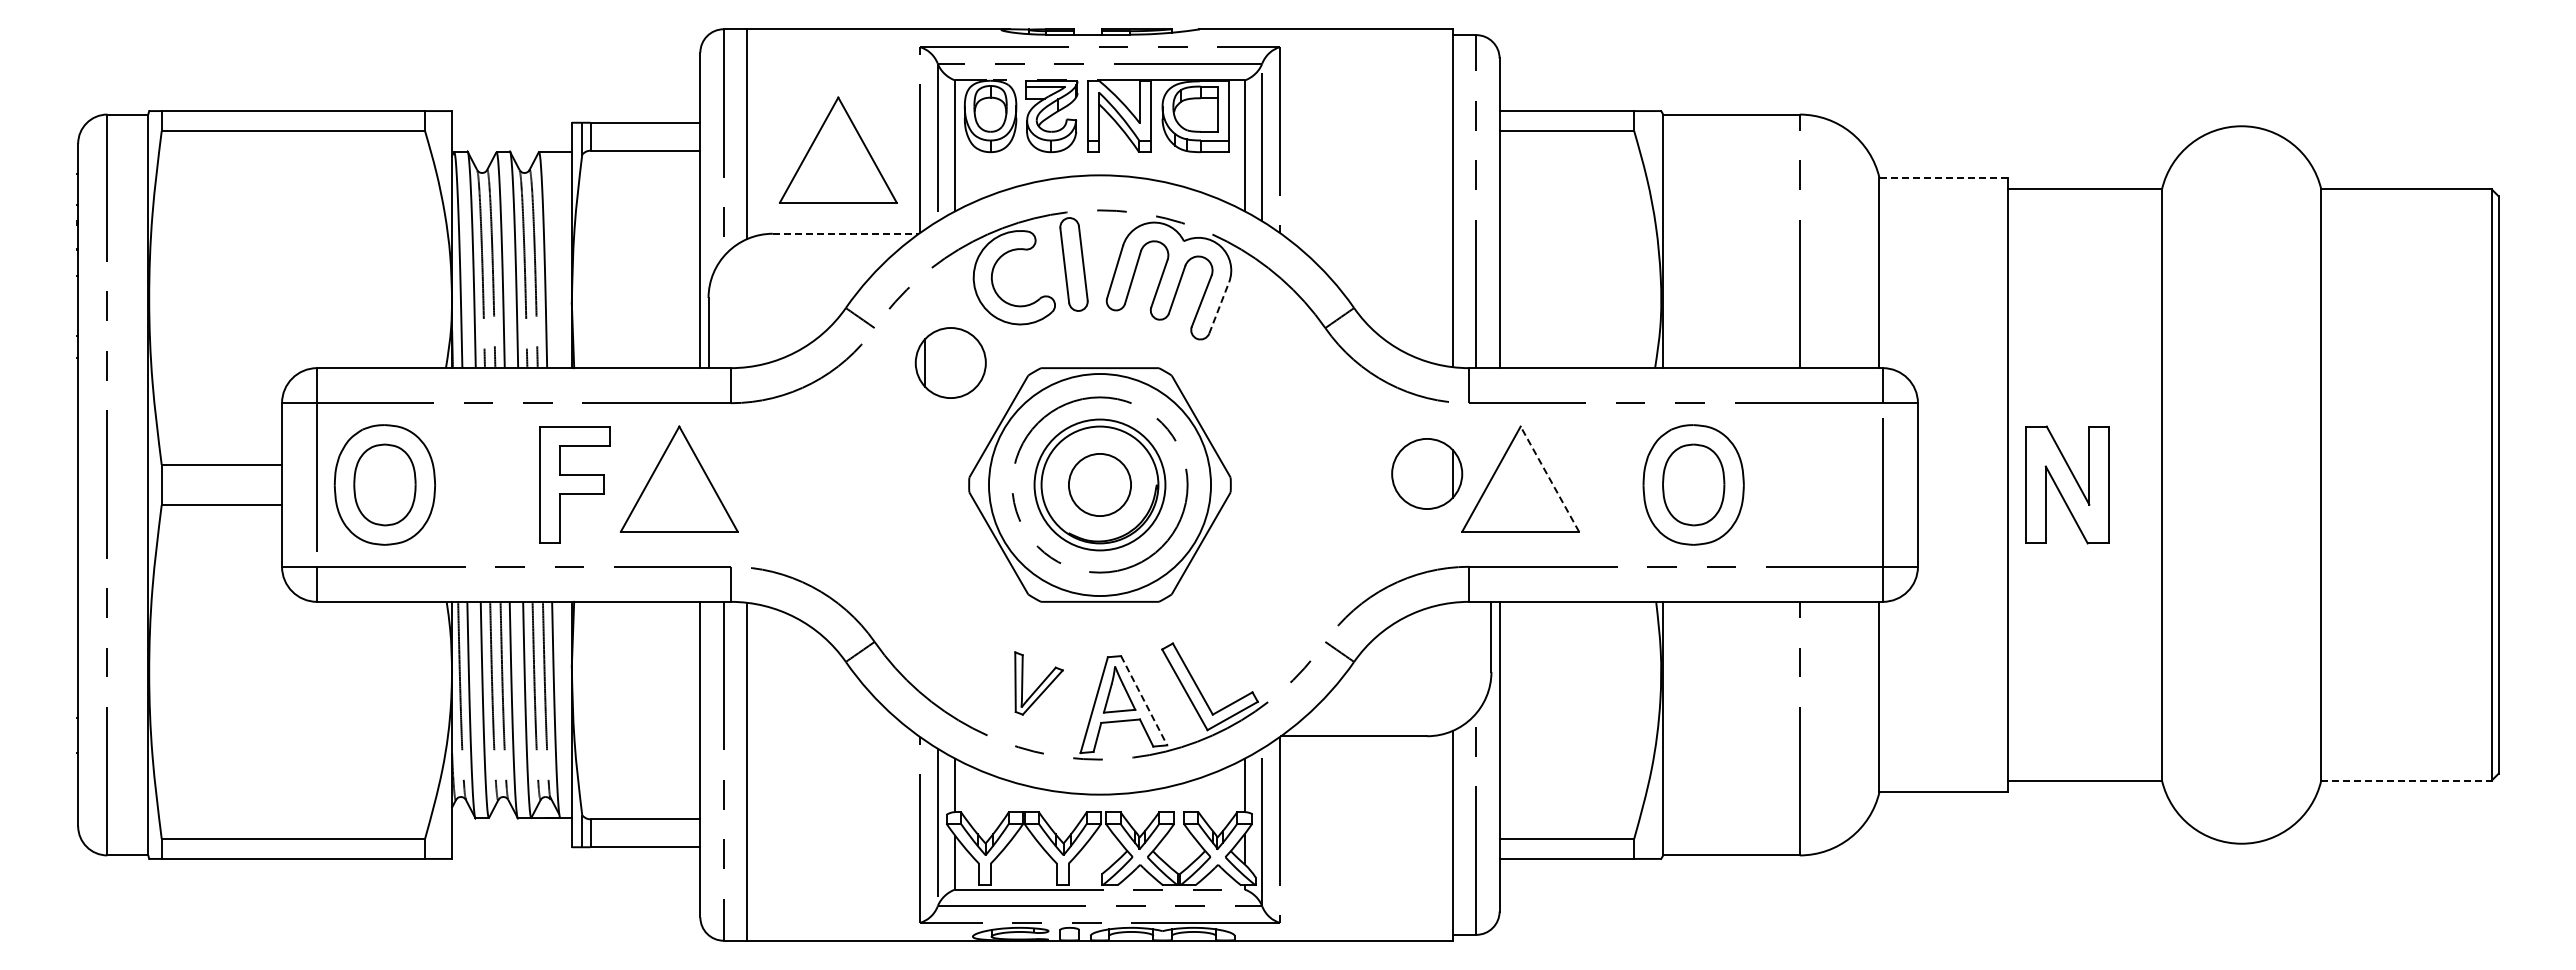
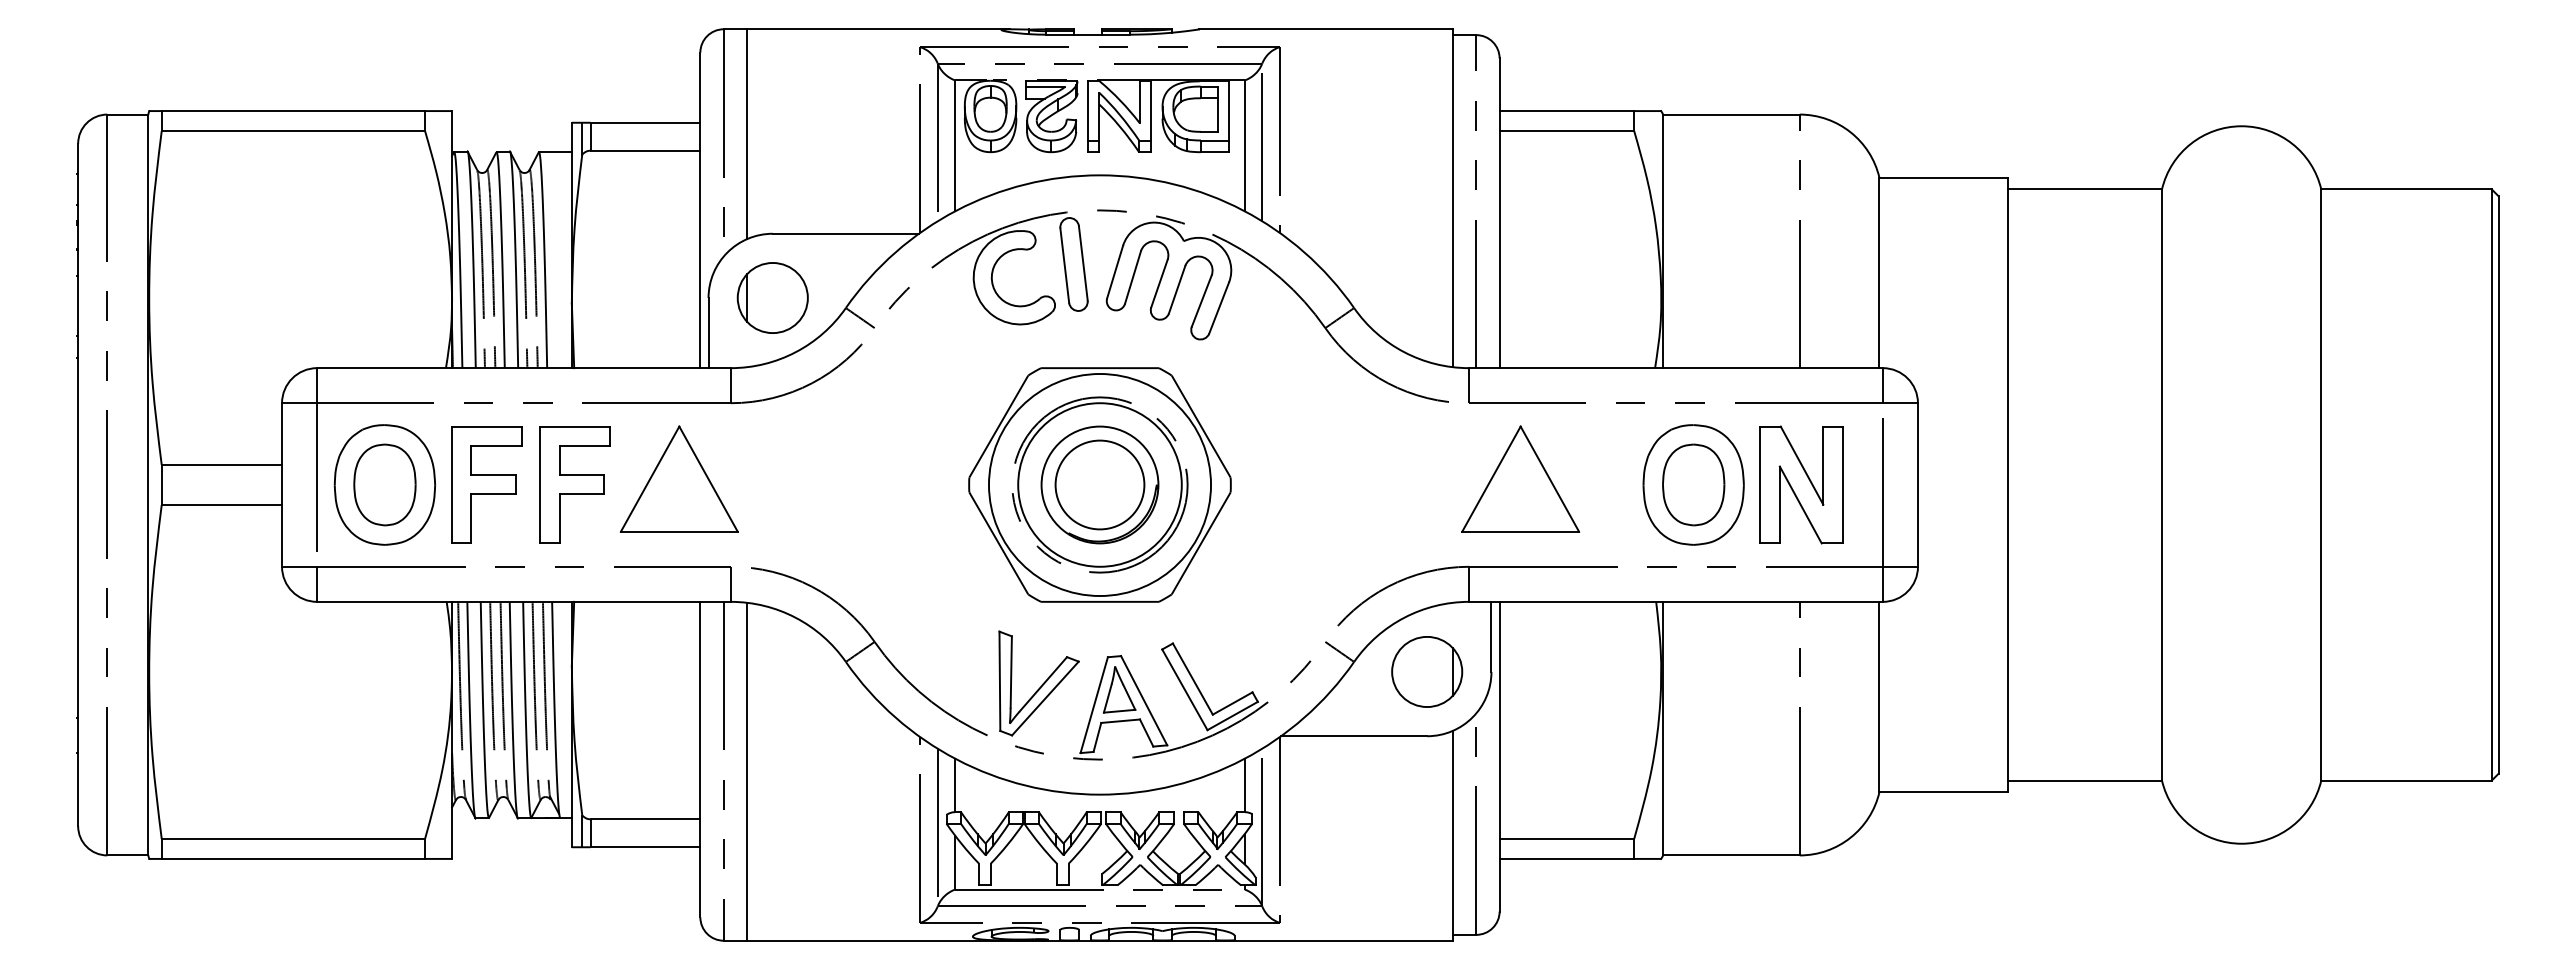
part at (838, 149): present -> none
line at (1943, 177): dashed -> solid
line at (846, 233): dashed -> solid
line at (1219, 307): dashed -> solid
part at (950, 362) position: (950, 362) -> (772, 297)
part at (1427, 473) position: (1427, 473) -> (1427, 671)
line at (1549, 478): dashed -> solid
part at (486, 484): none -> present
circle at (1099, 484) diameter: 131 px -> 164 px
circle at (1099, 484) diameter: 62 px -> 89 px
part at (2067, 484) position: (2067, 484) -> (1801, 484)
part at (1038, 683) size: 50x65 px -> 82x107 px
line at (1144, 701): dashed -> solid
line at (2406, 780): dashed -> solid
